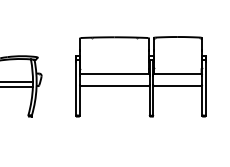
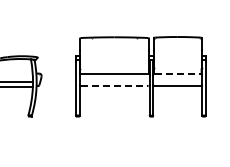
line at (178, 73): solid -> dashed
line at (114, 86): solid -> dashed
